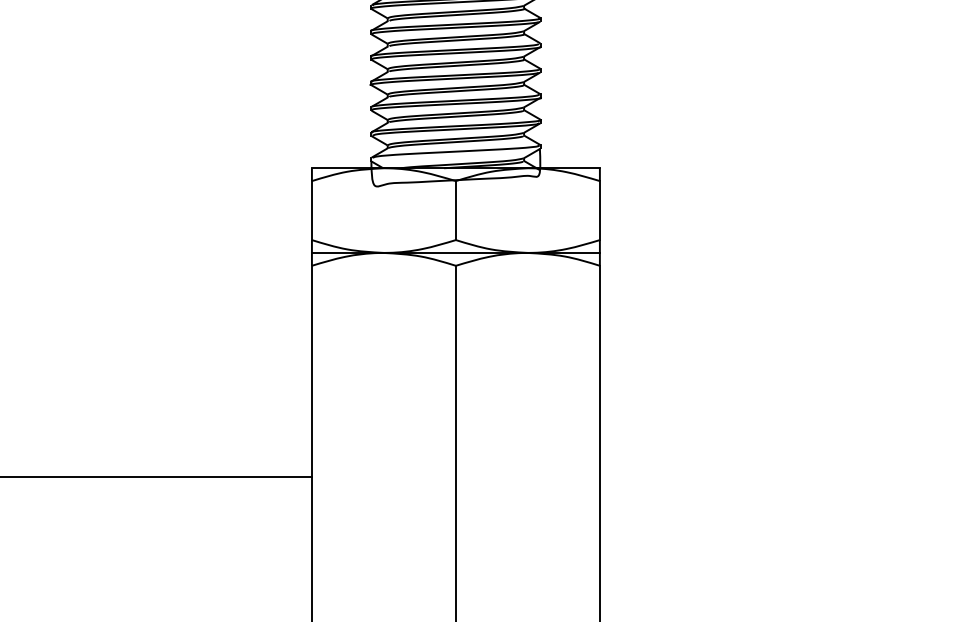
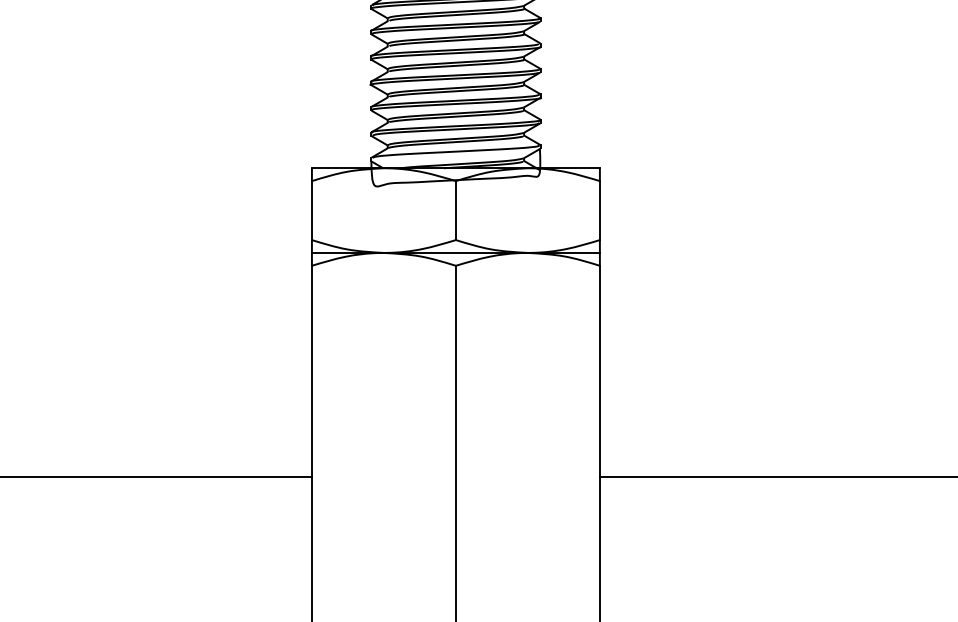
line at (776, 476): none -> present
